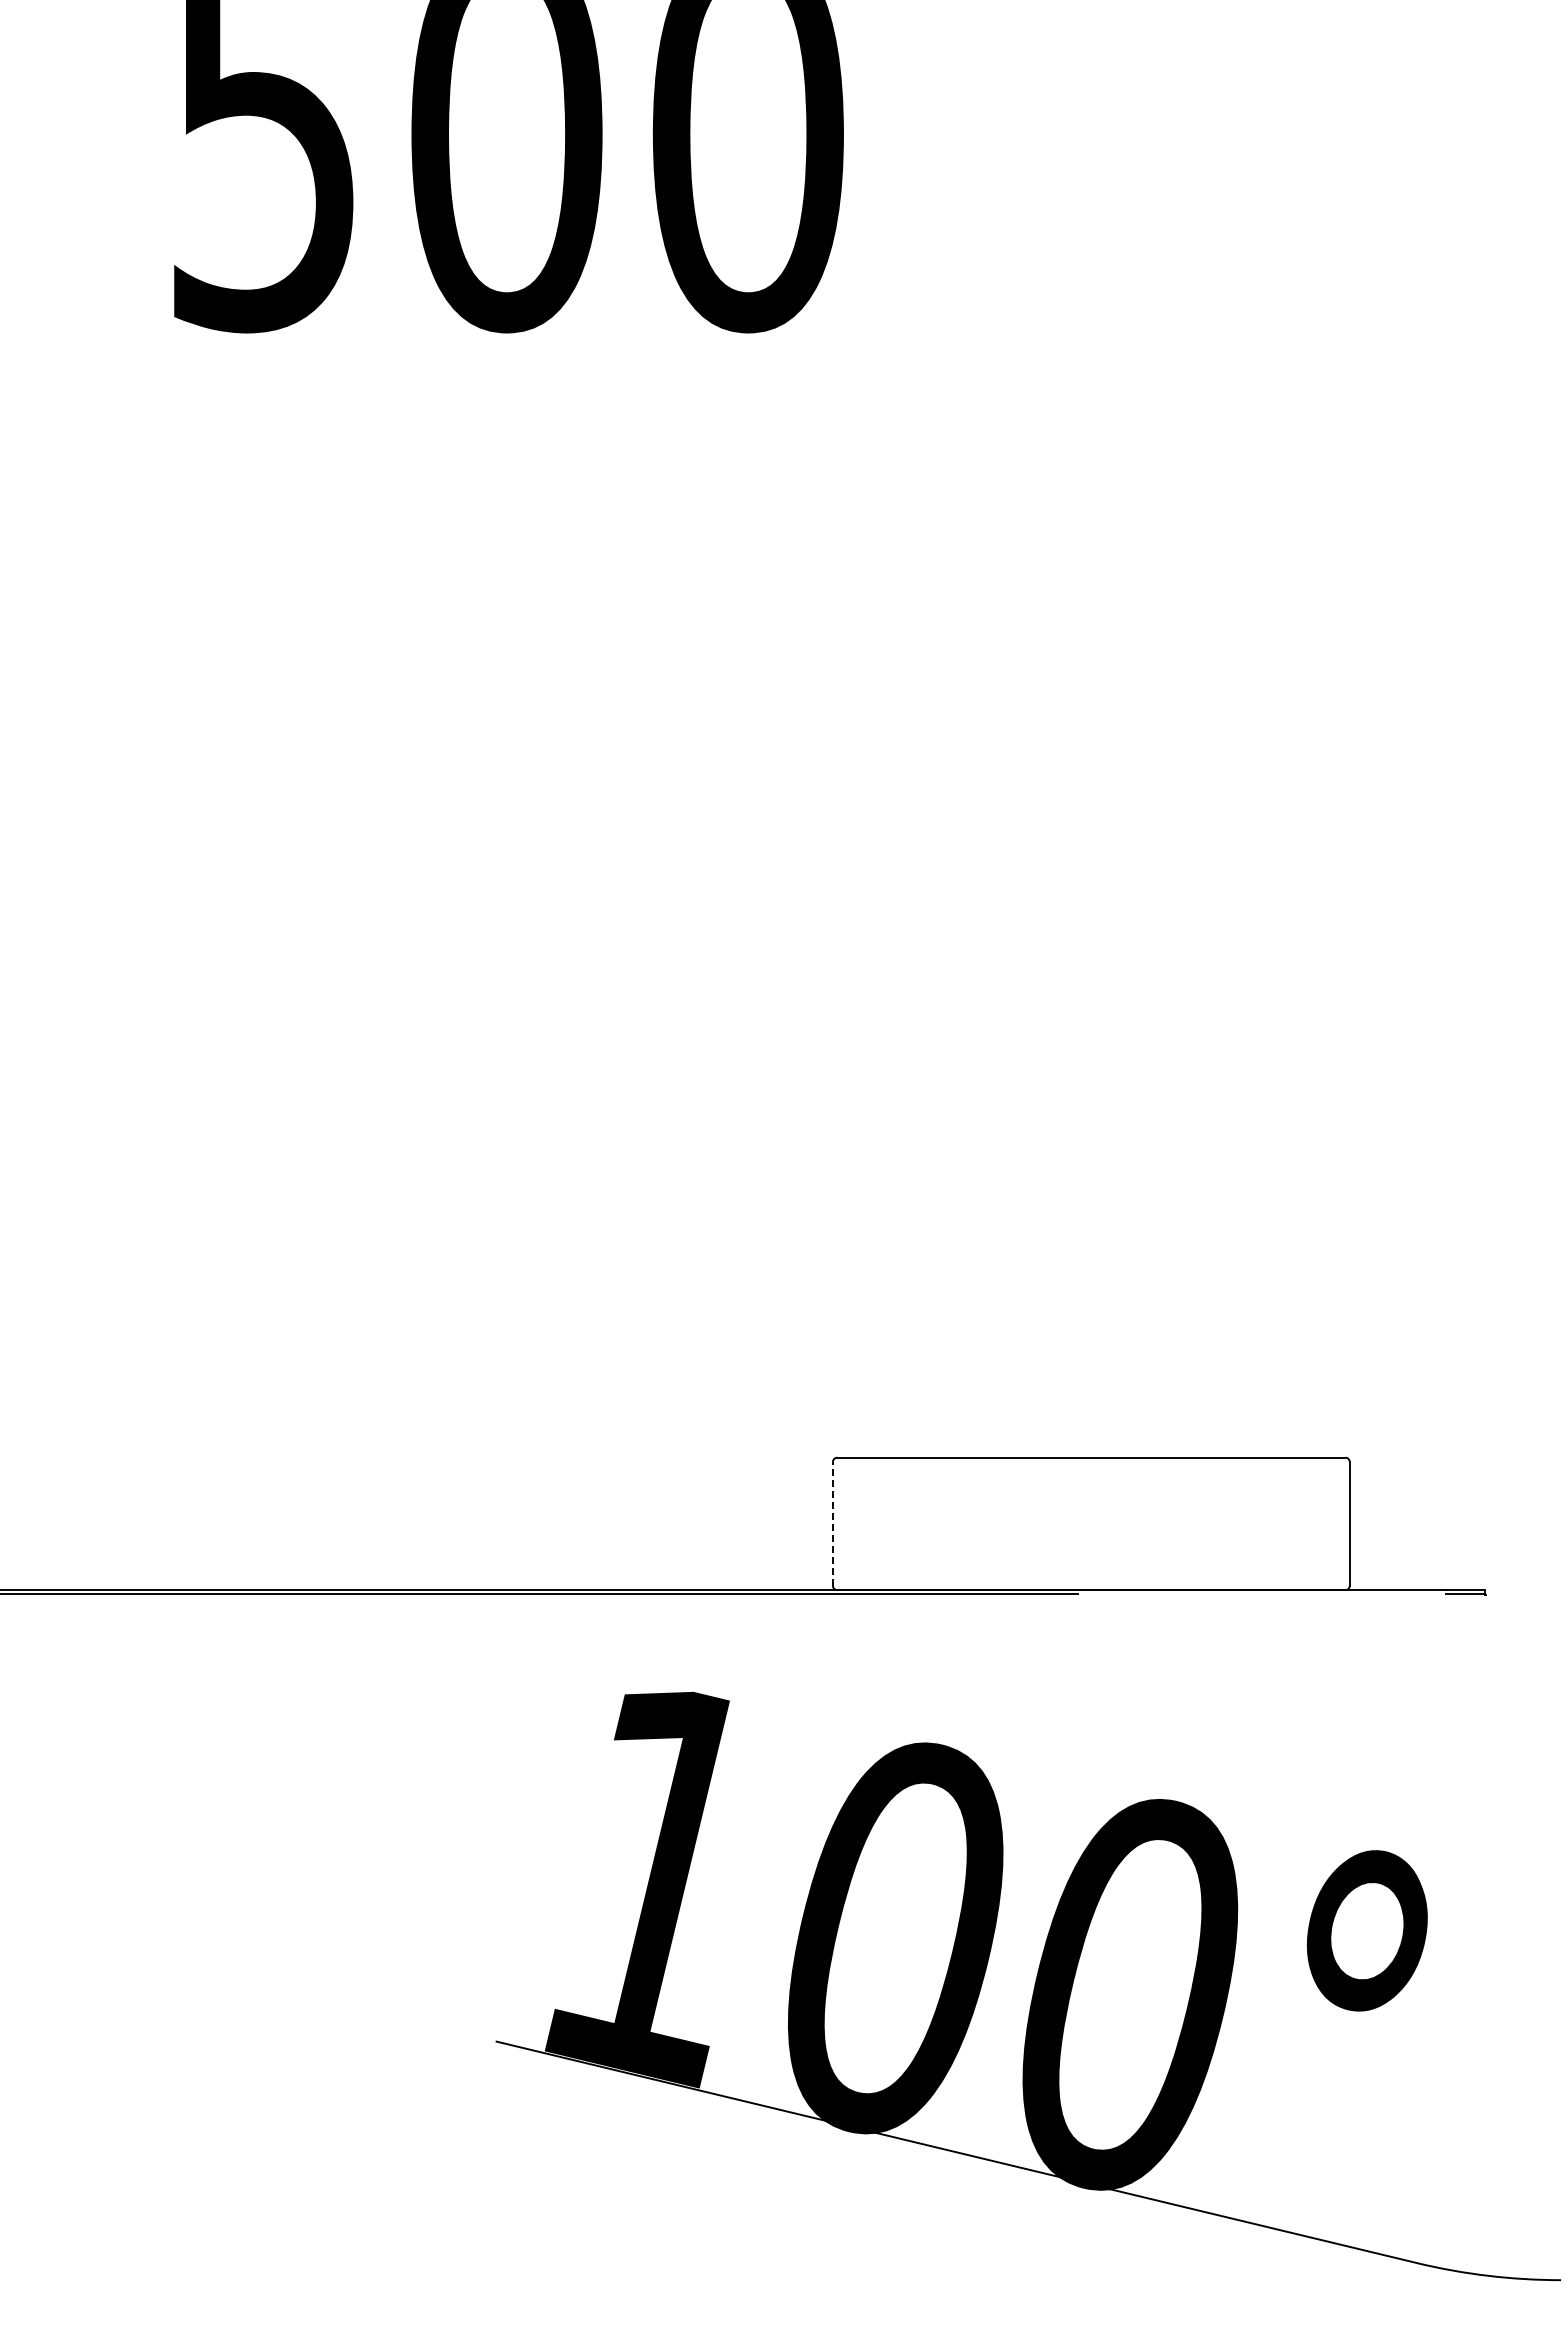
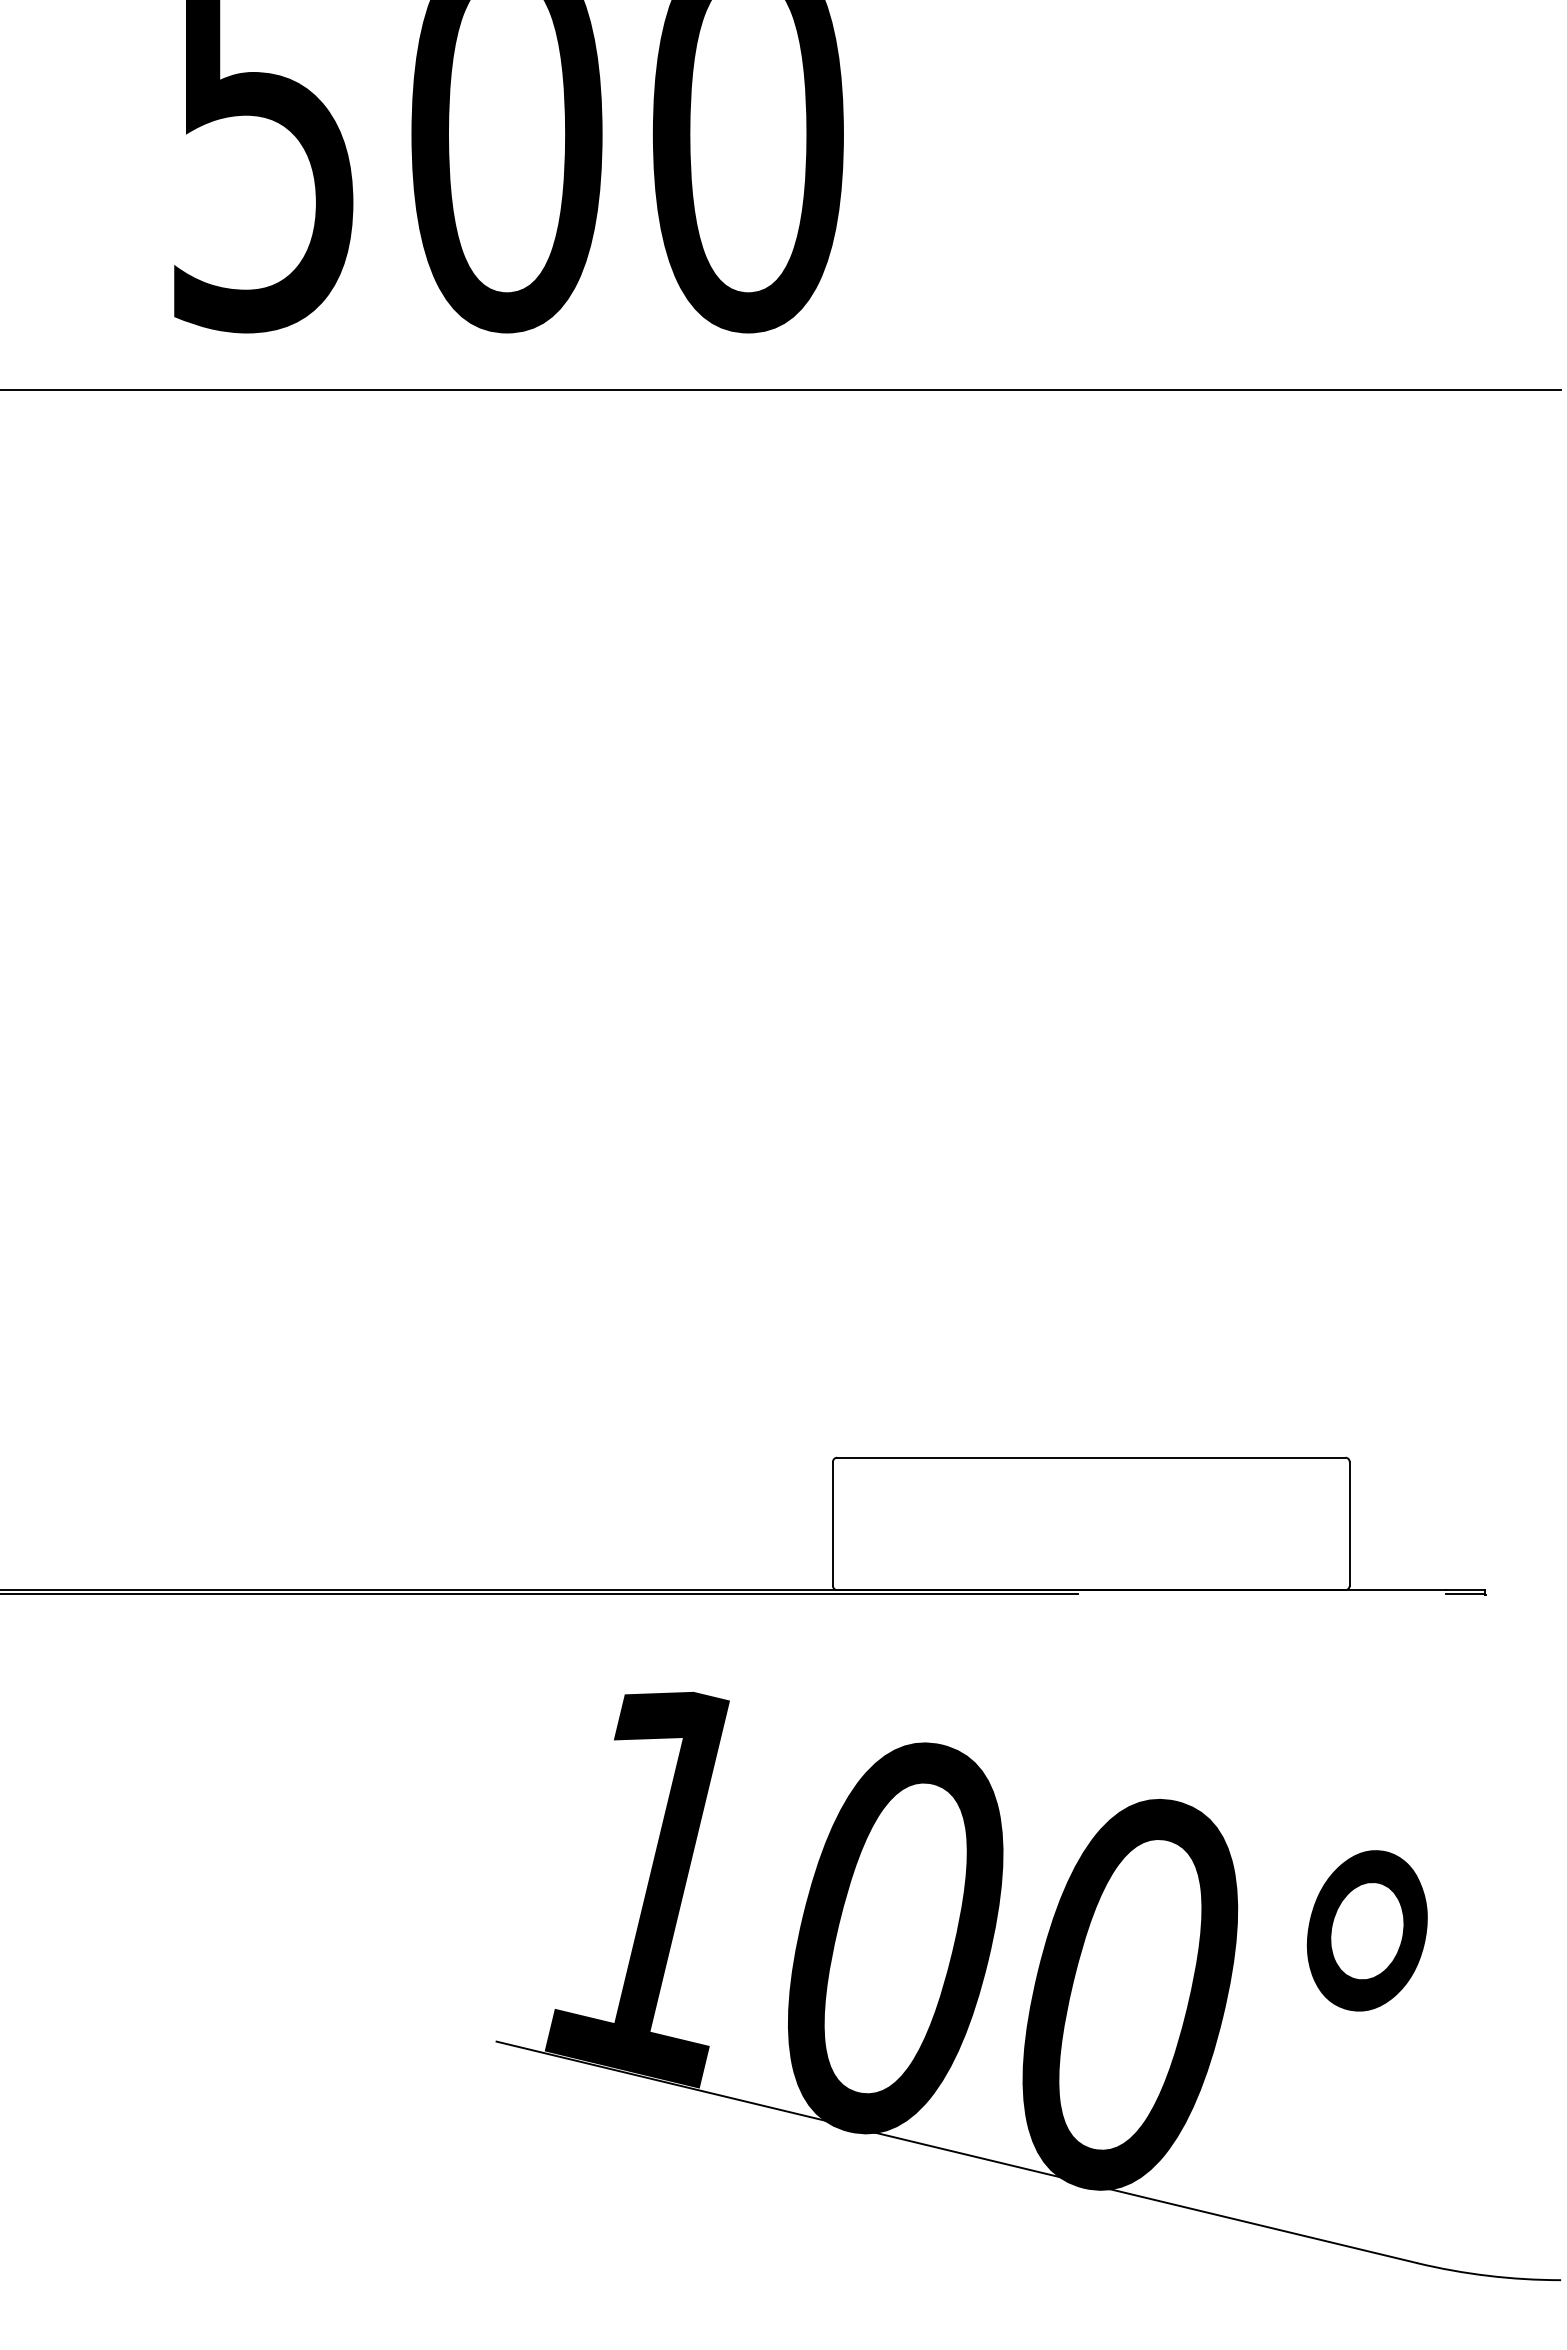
line at (781, 390): none -> present
line at (832, 1523): dashed -> solid
